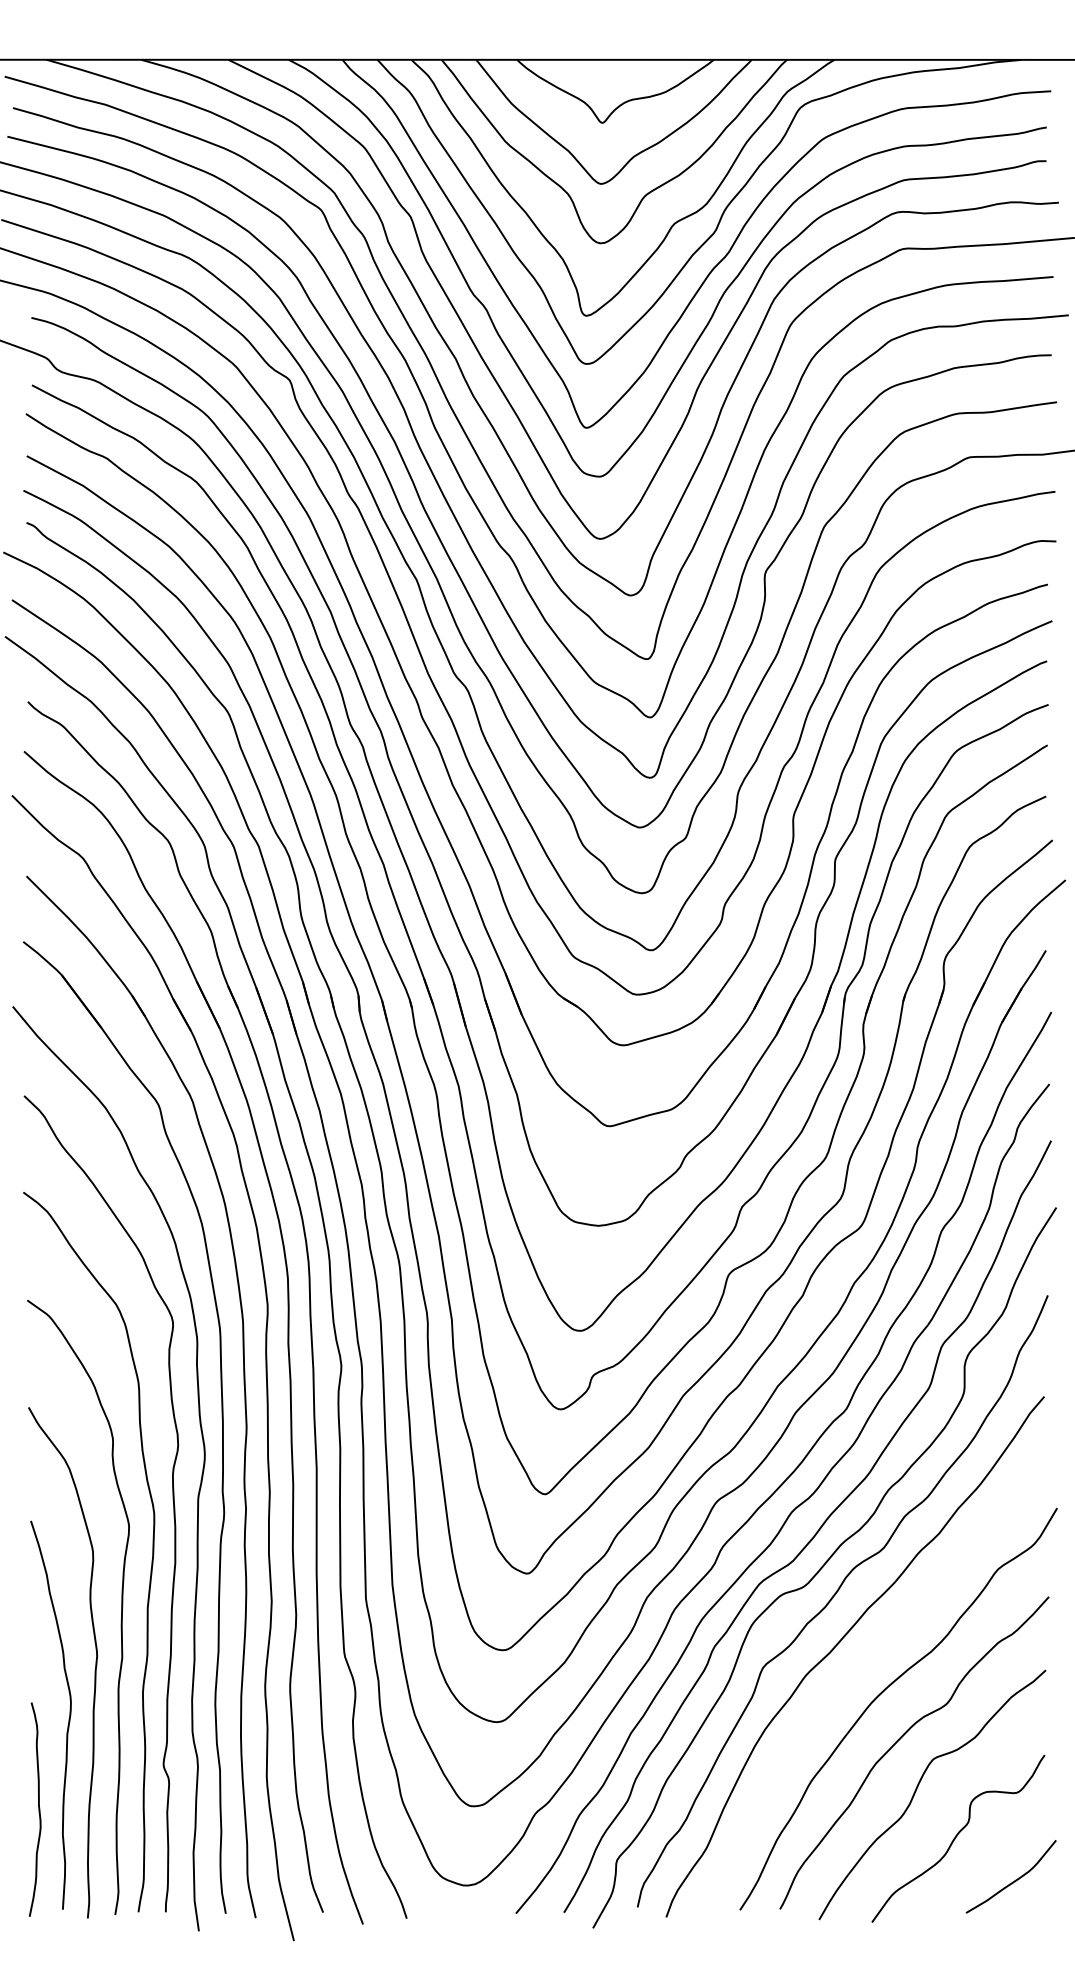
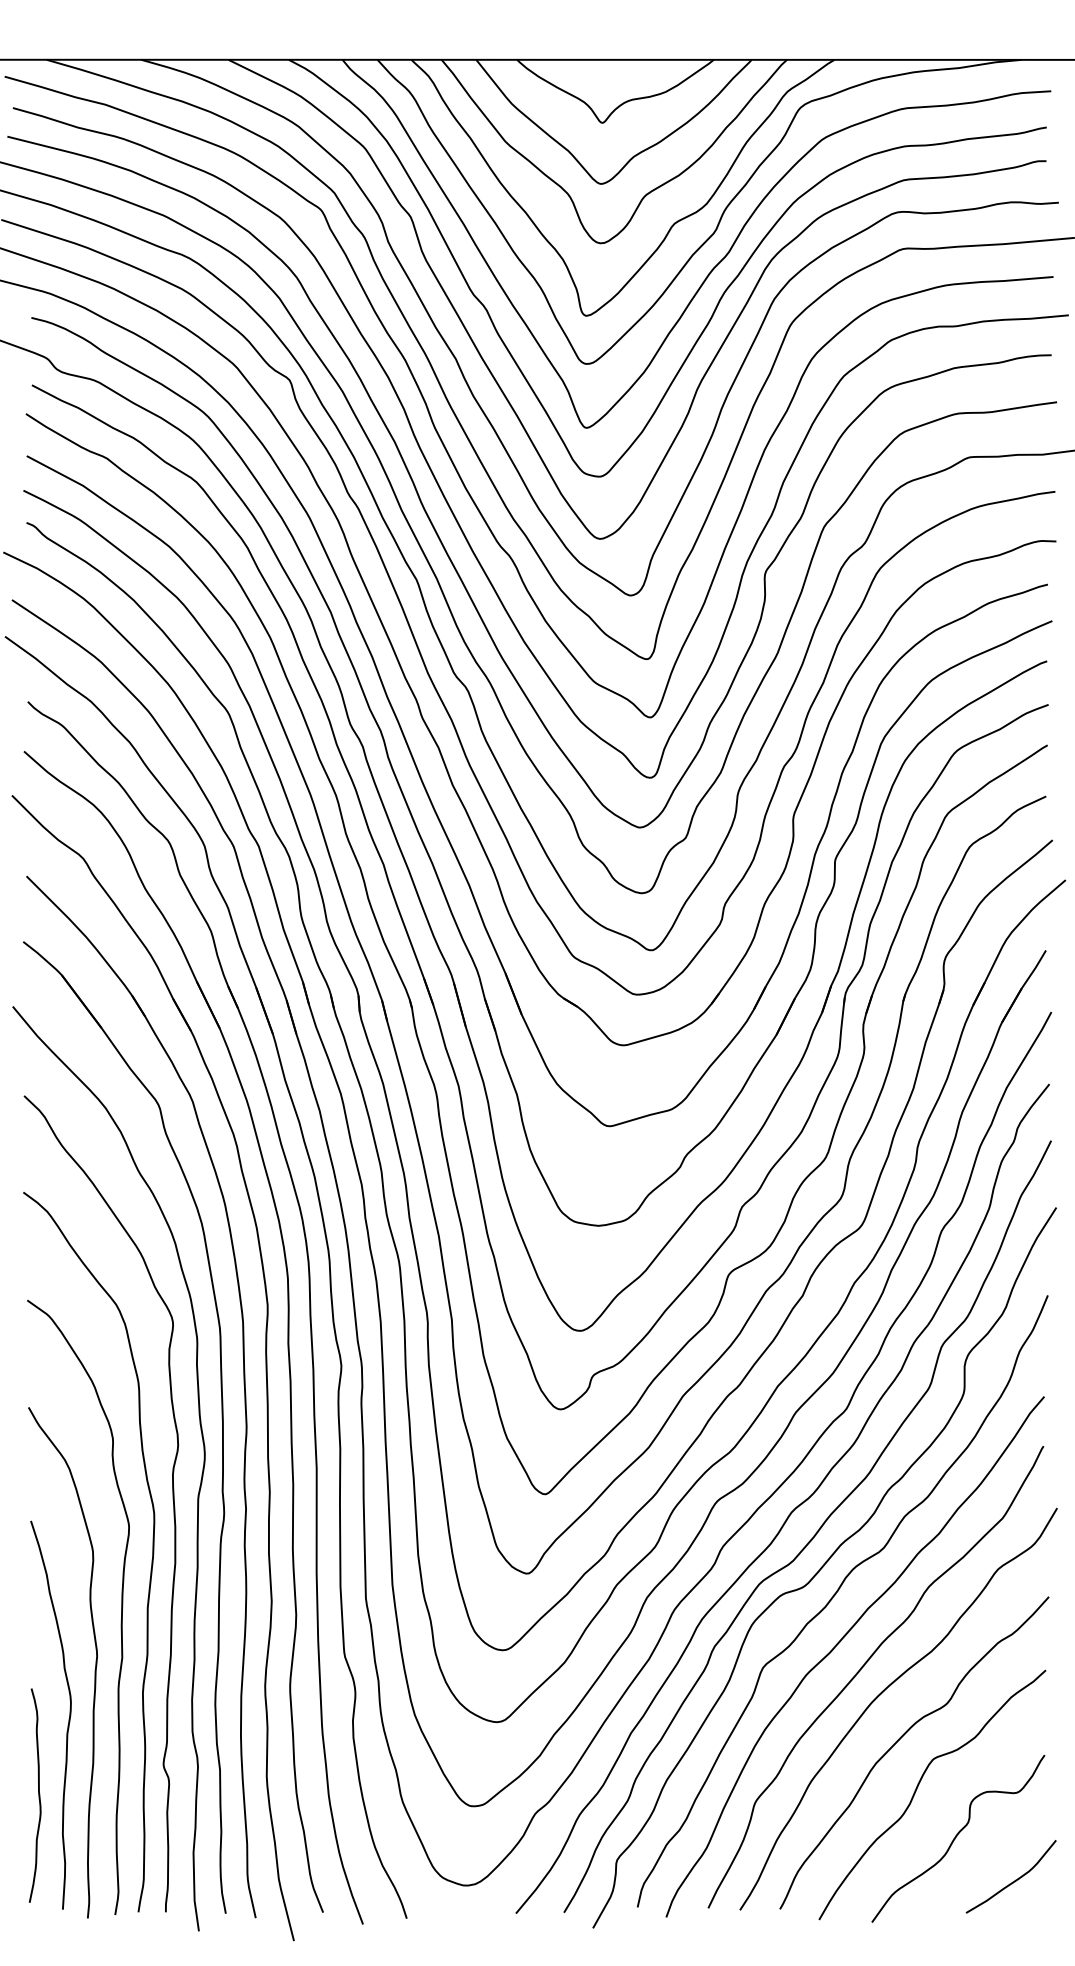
curve at (864, 1666): none -> present
curve at (38, 1809) position: (38, 1809) -> (38, 1795)
